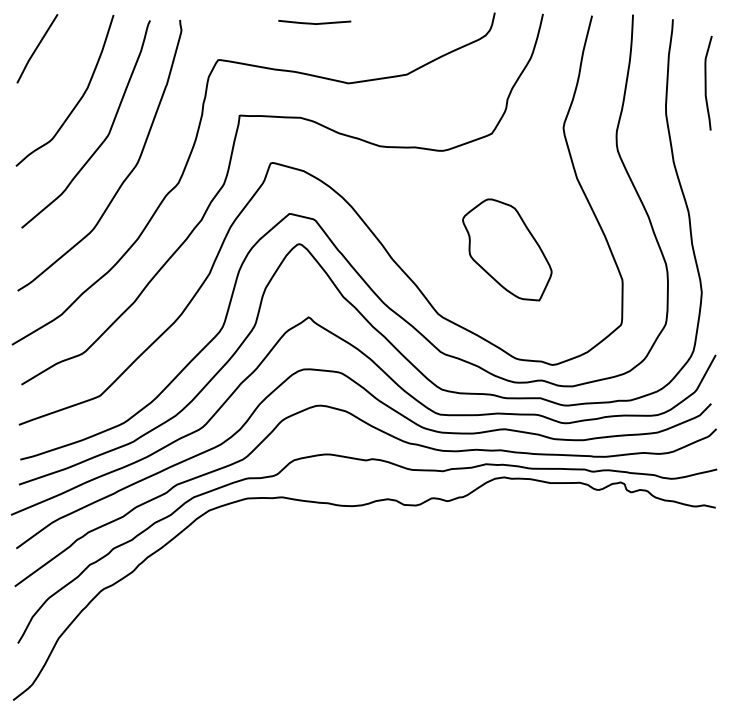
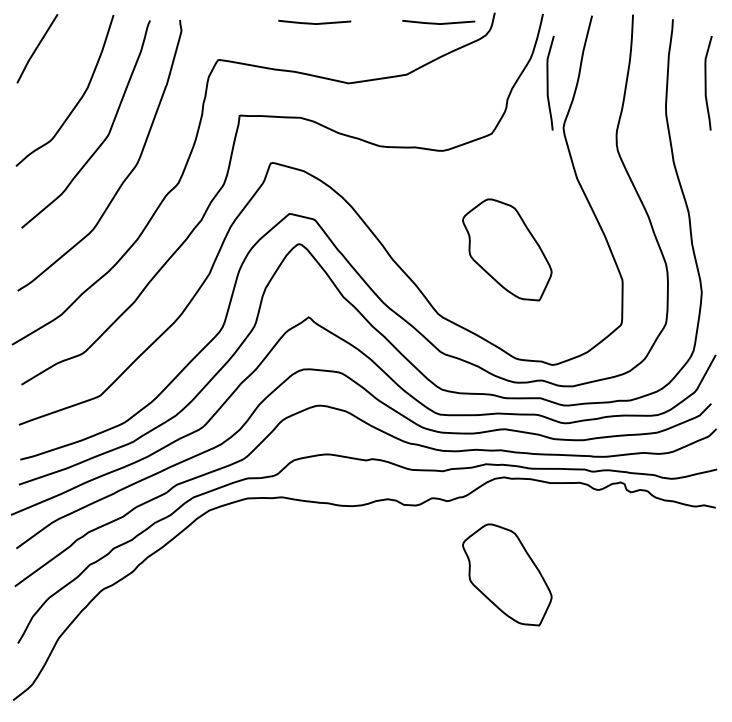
curve at (438, 23): none -> present
curve at (548, 82): none -> present
part at (507, 574): none -> present
